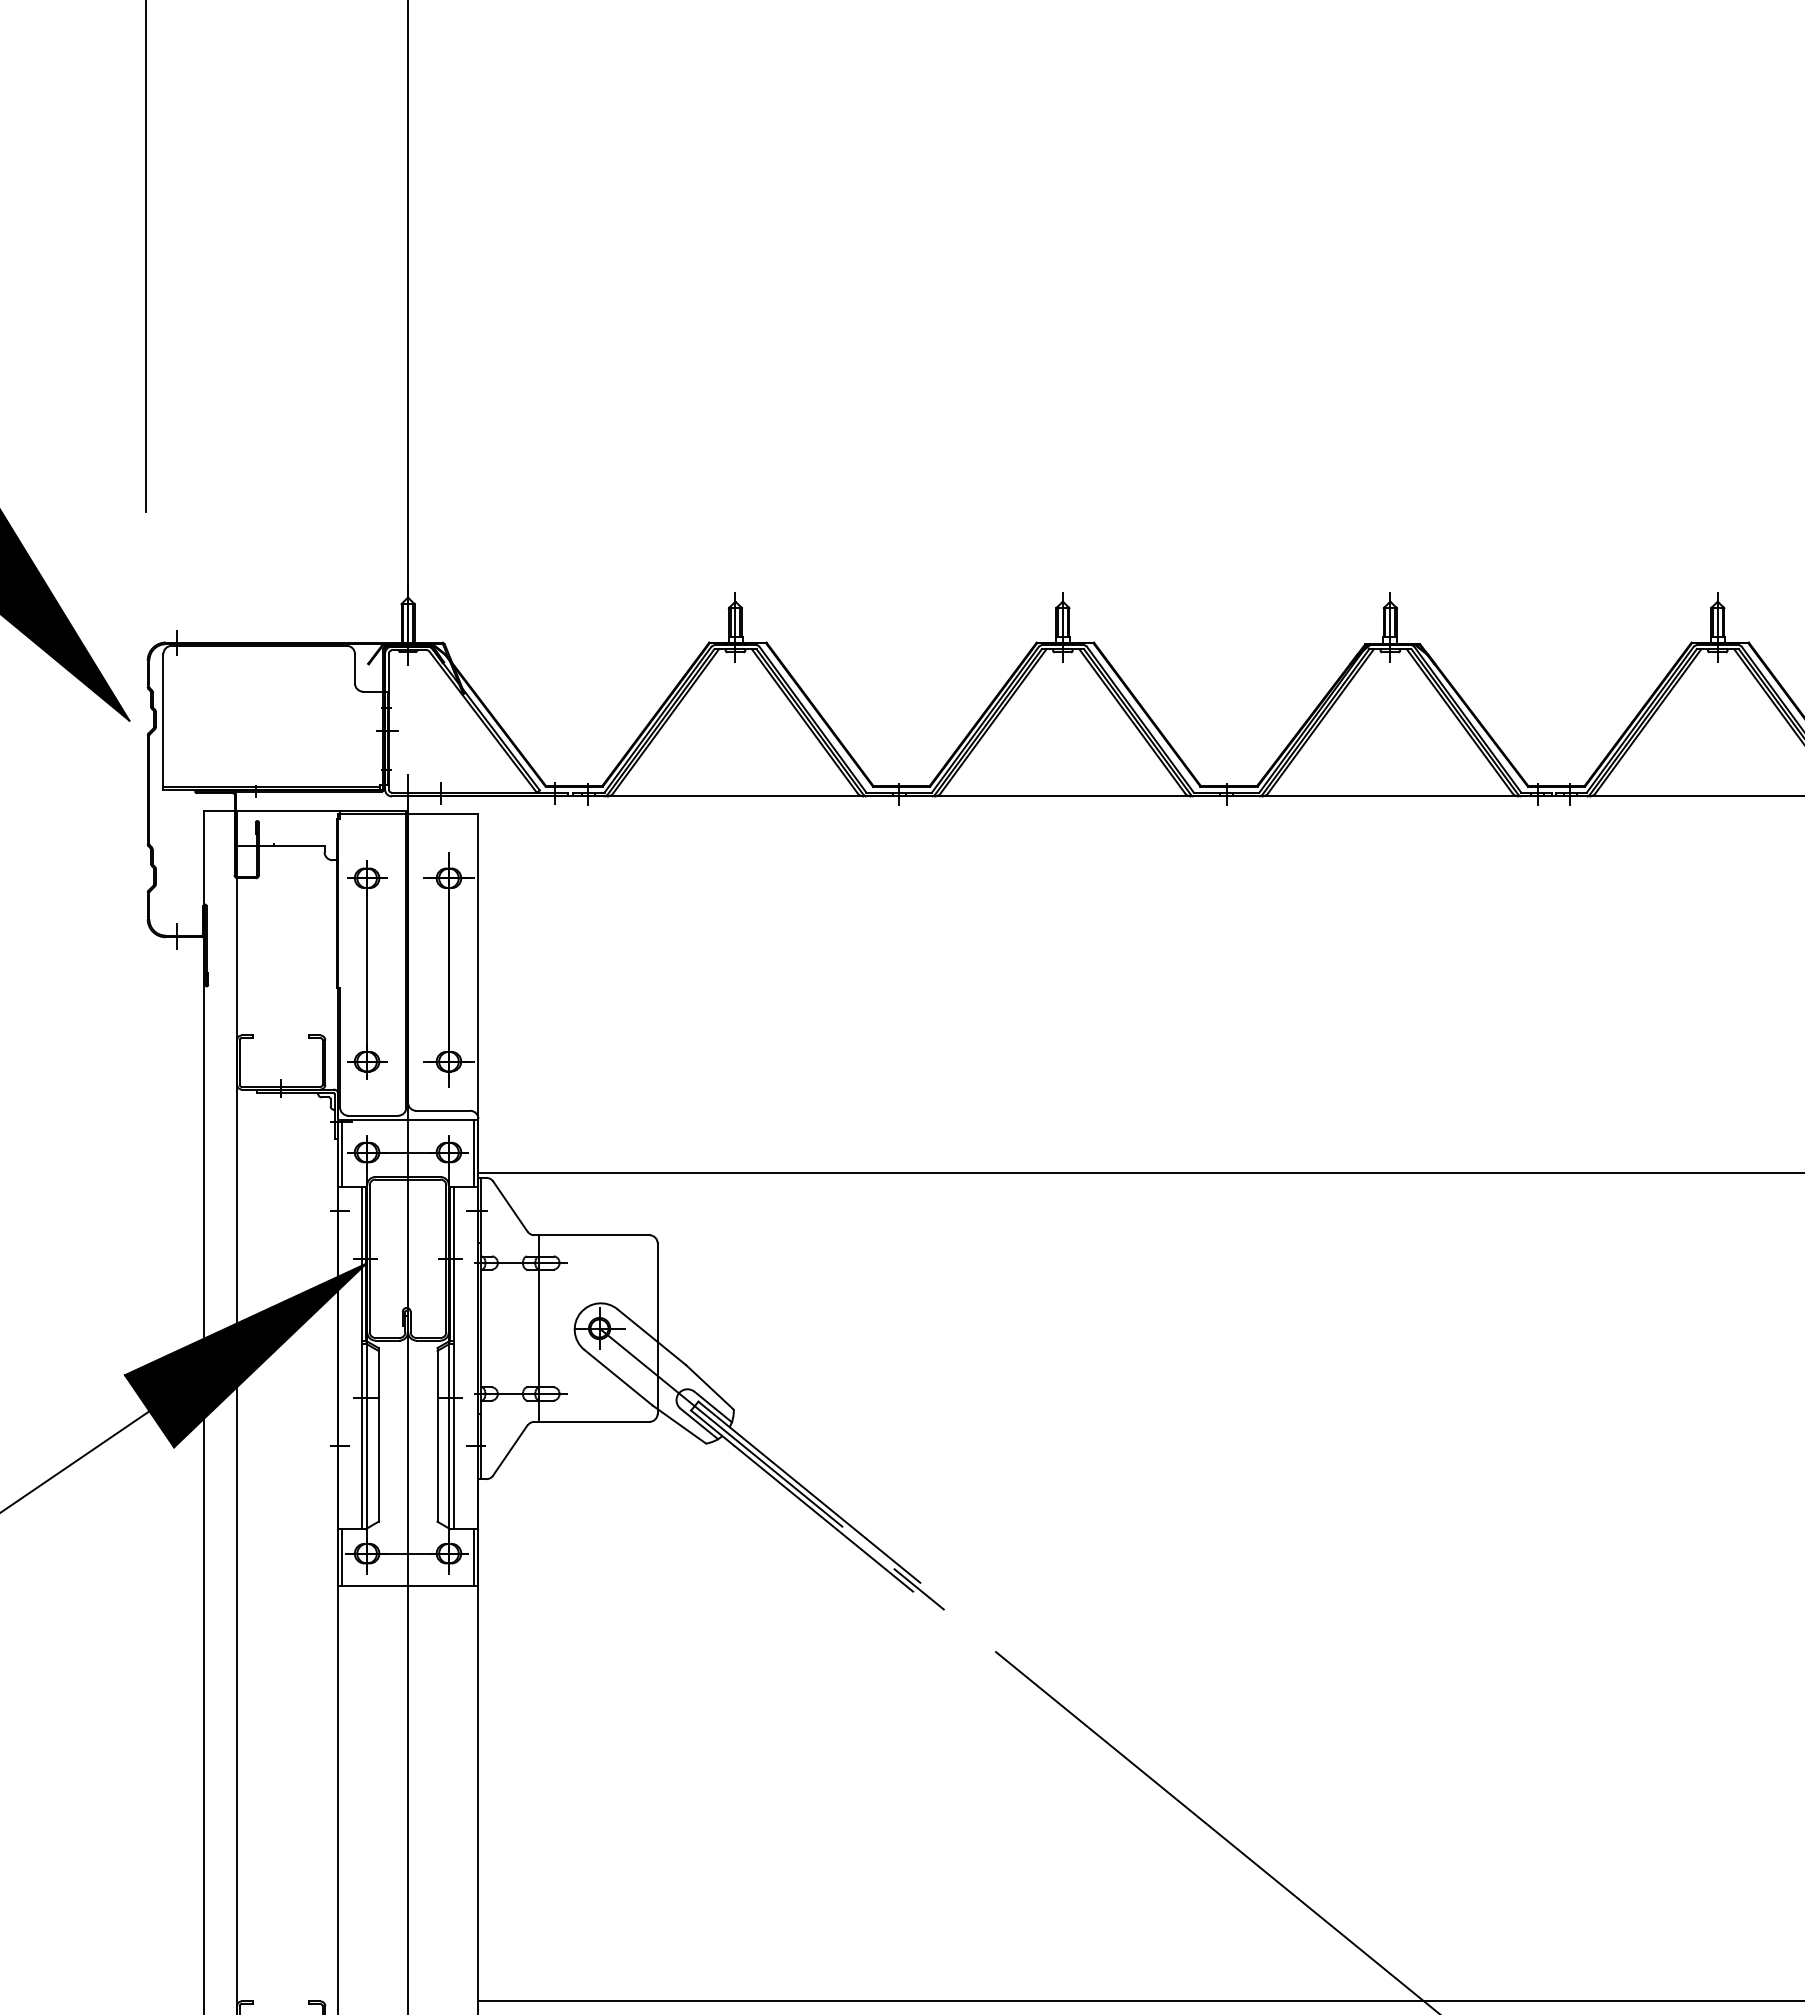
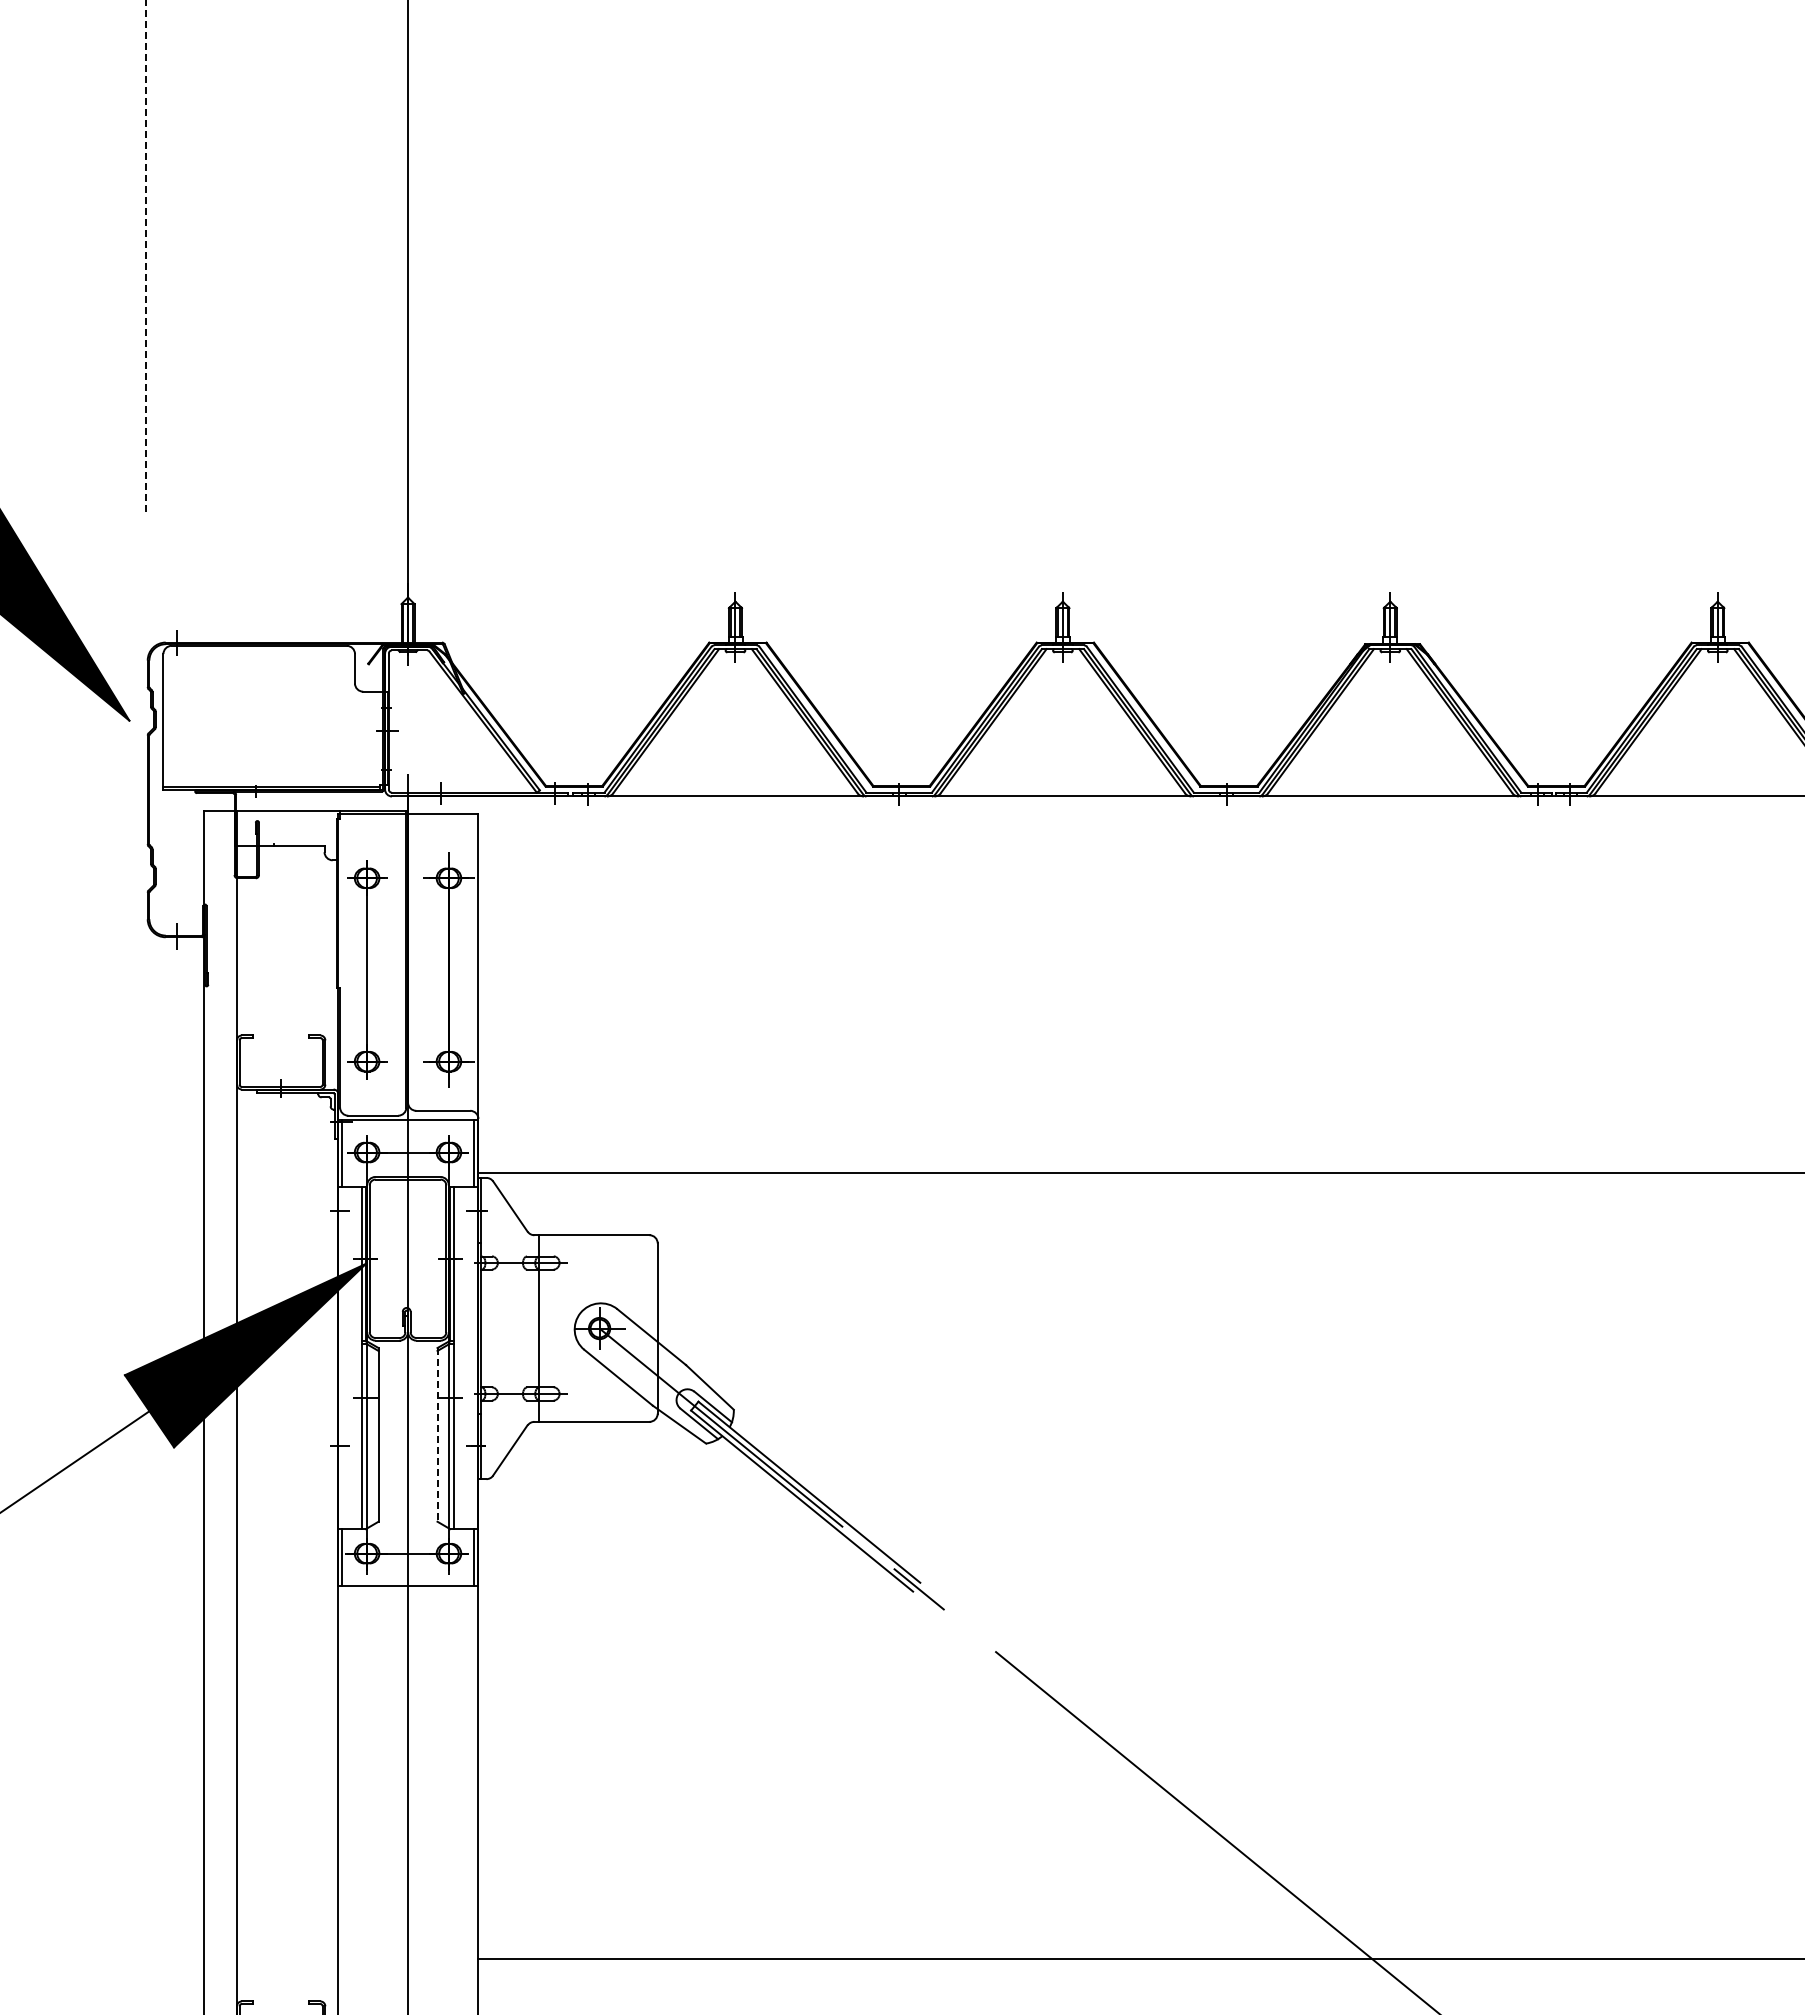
line at (146, 255): solid -> dashed
line at (437, 1434): solid -> dashed
line at (1139, 2001) position: (1139, 2001) -> (1139, 1959)
